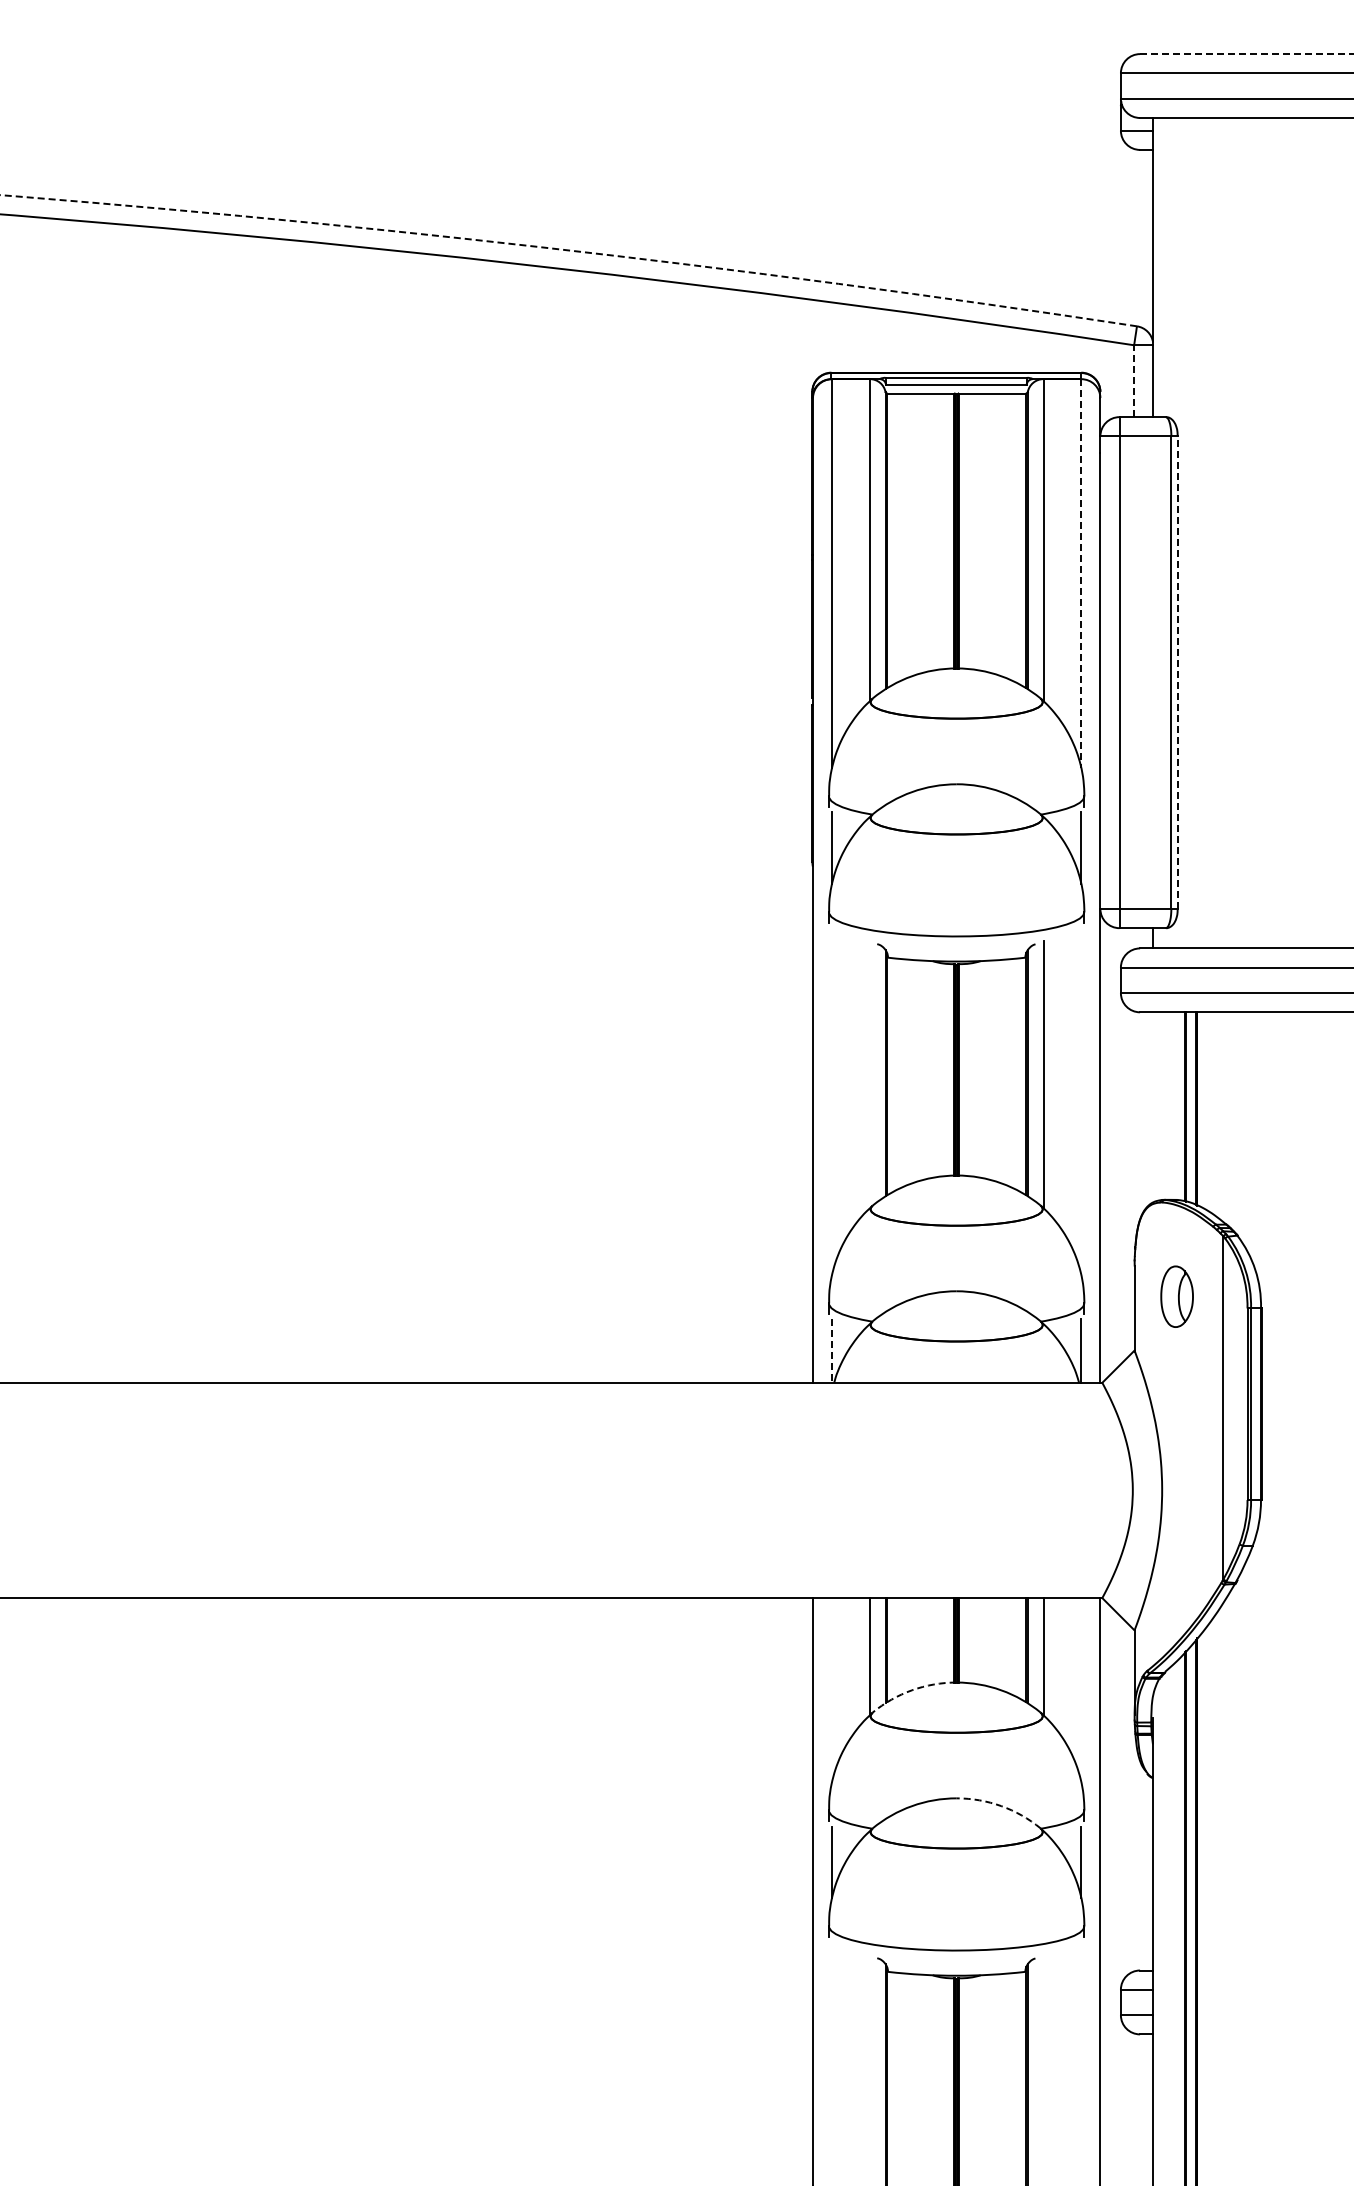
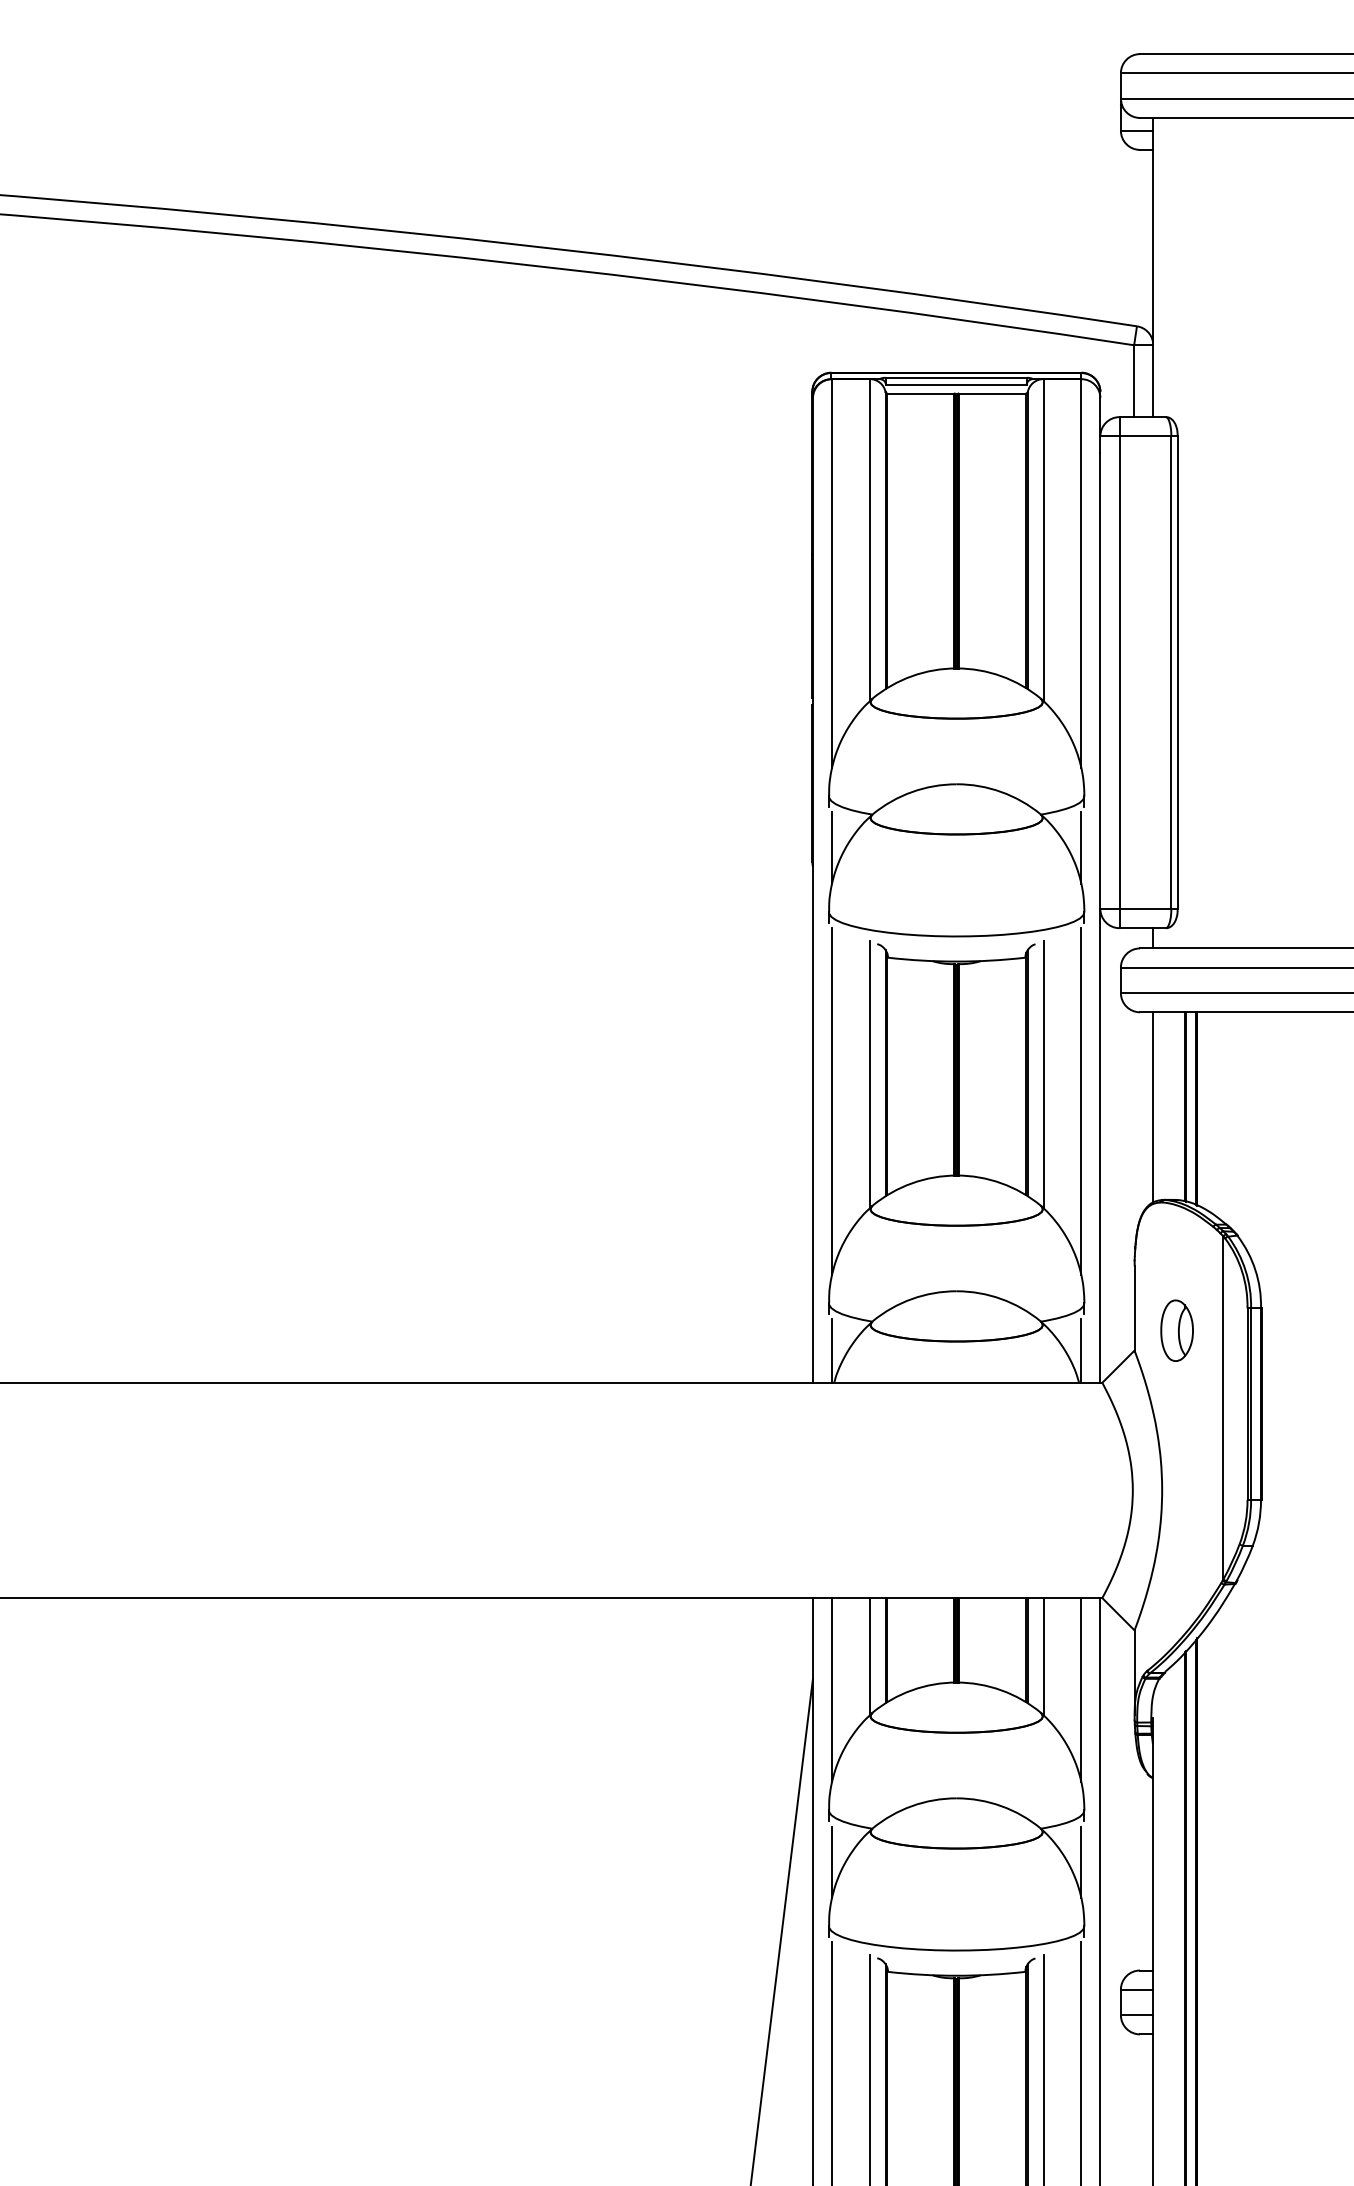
line at (1246, 54): dashed -> solid
arc at (569, 250): dashed -> solid
line at (1134, 381): dashed -> solid
line at (1081, 573): dashed -> solid
line at (1177, 672): dashed -> solid
line at (869, 1074): none -> present
line at (832, 1101): none -> present
line at (1081, 1101): none -> present
line at (1152, 1107): none -> present
part at (1176, 1296) position: (1176, 1296) -> (1176, 1330)
line at (832, 1351): dashed -> solid
line at (832, 1690): none -> present
arc at (912, 1690): dashed -> solid
line at (1081, 1690): none -> present
arc at (1001, 1806): dashed -> solid
line at (781, 1930): none -> present
line at (832, 2062): none -> present
line at (1081, 2062): none -> present
line at (869, 2068): none -> present
line at (1043, 2068): none -> present
